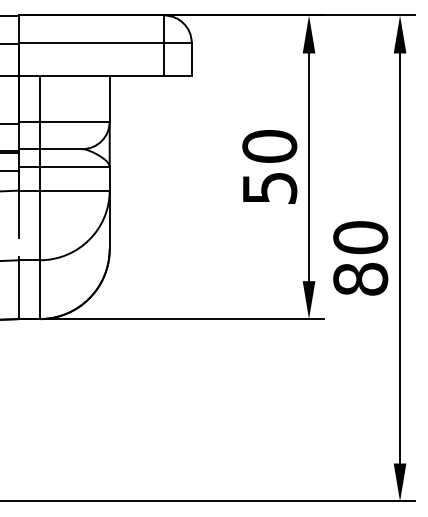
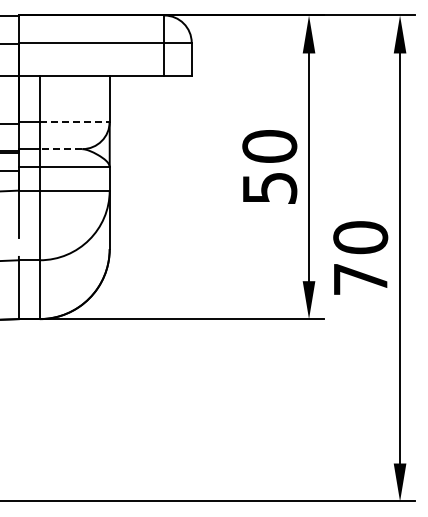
line at (74, 121): solid -> dashed
line at (60, 149): solid -> dashed
text at (360, 279): 80 -> 70
